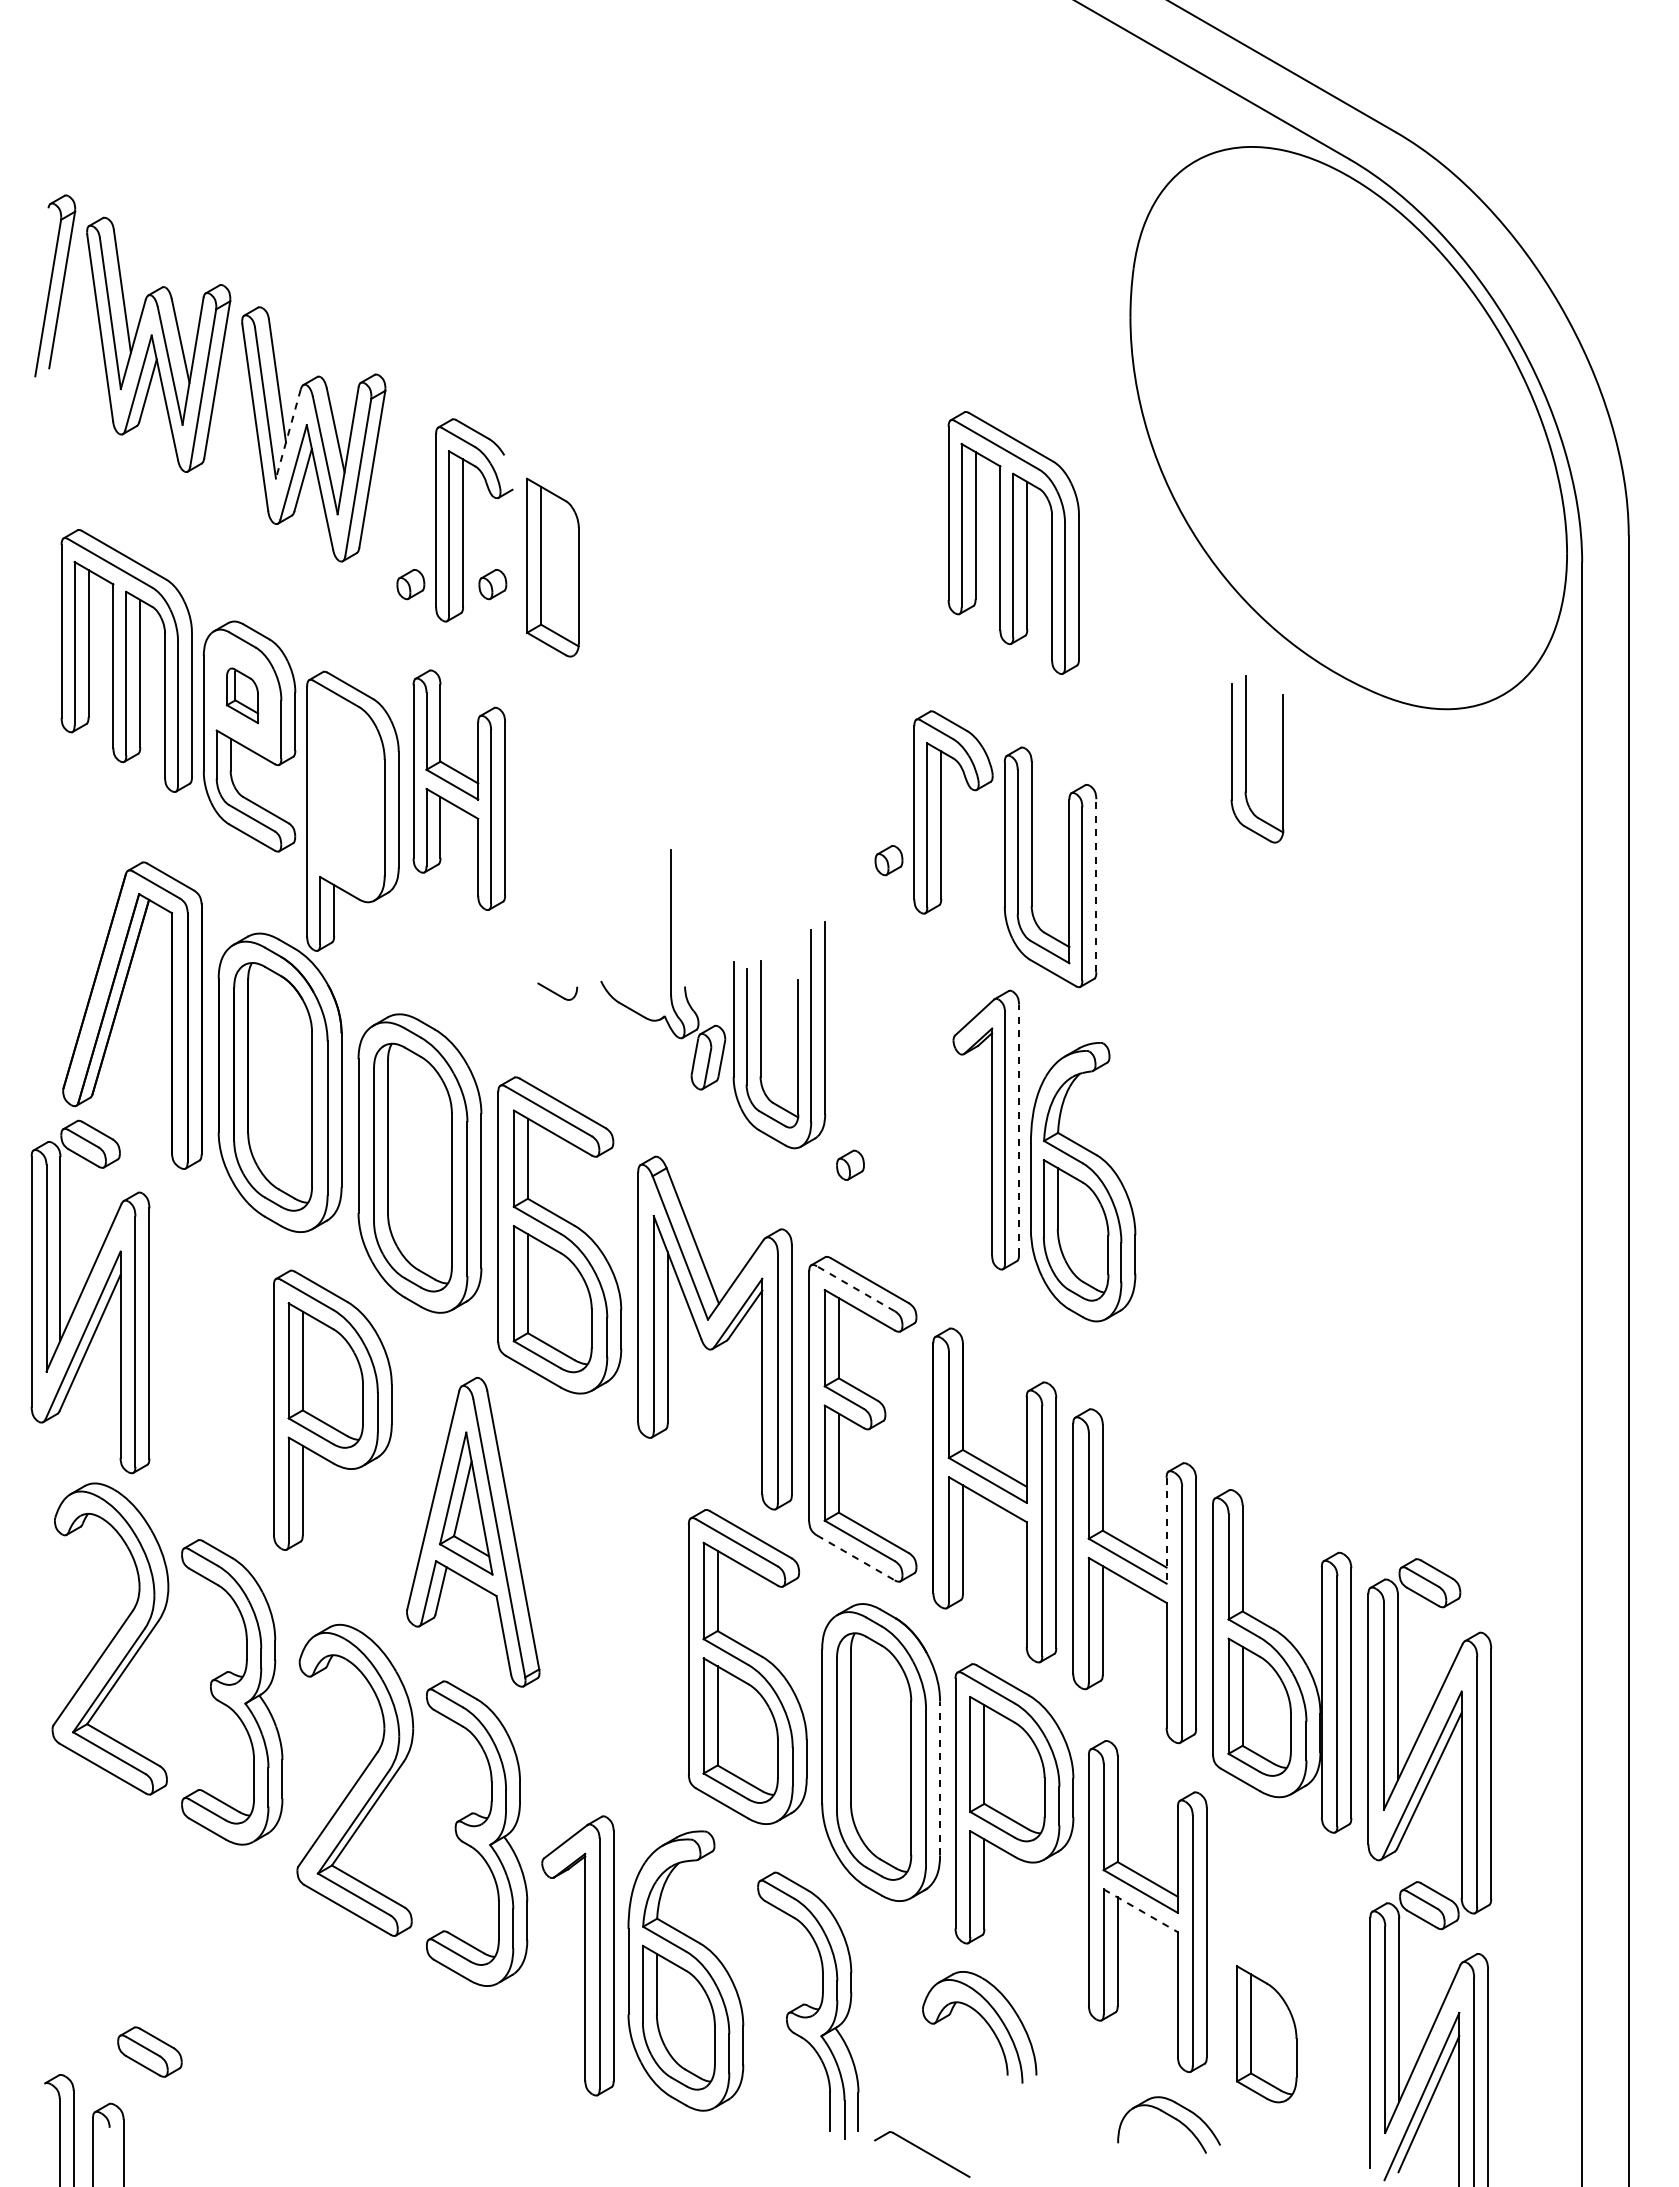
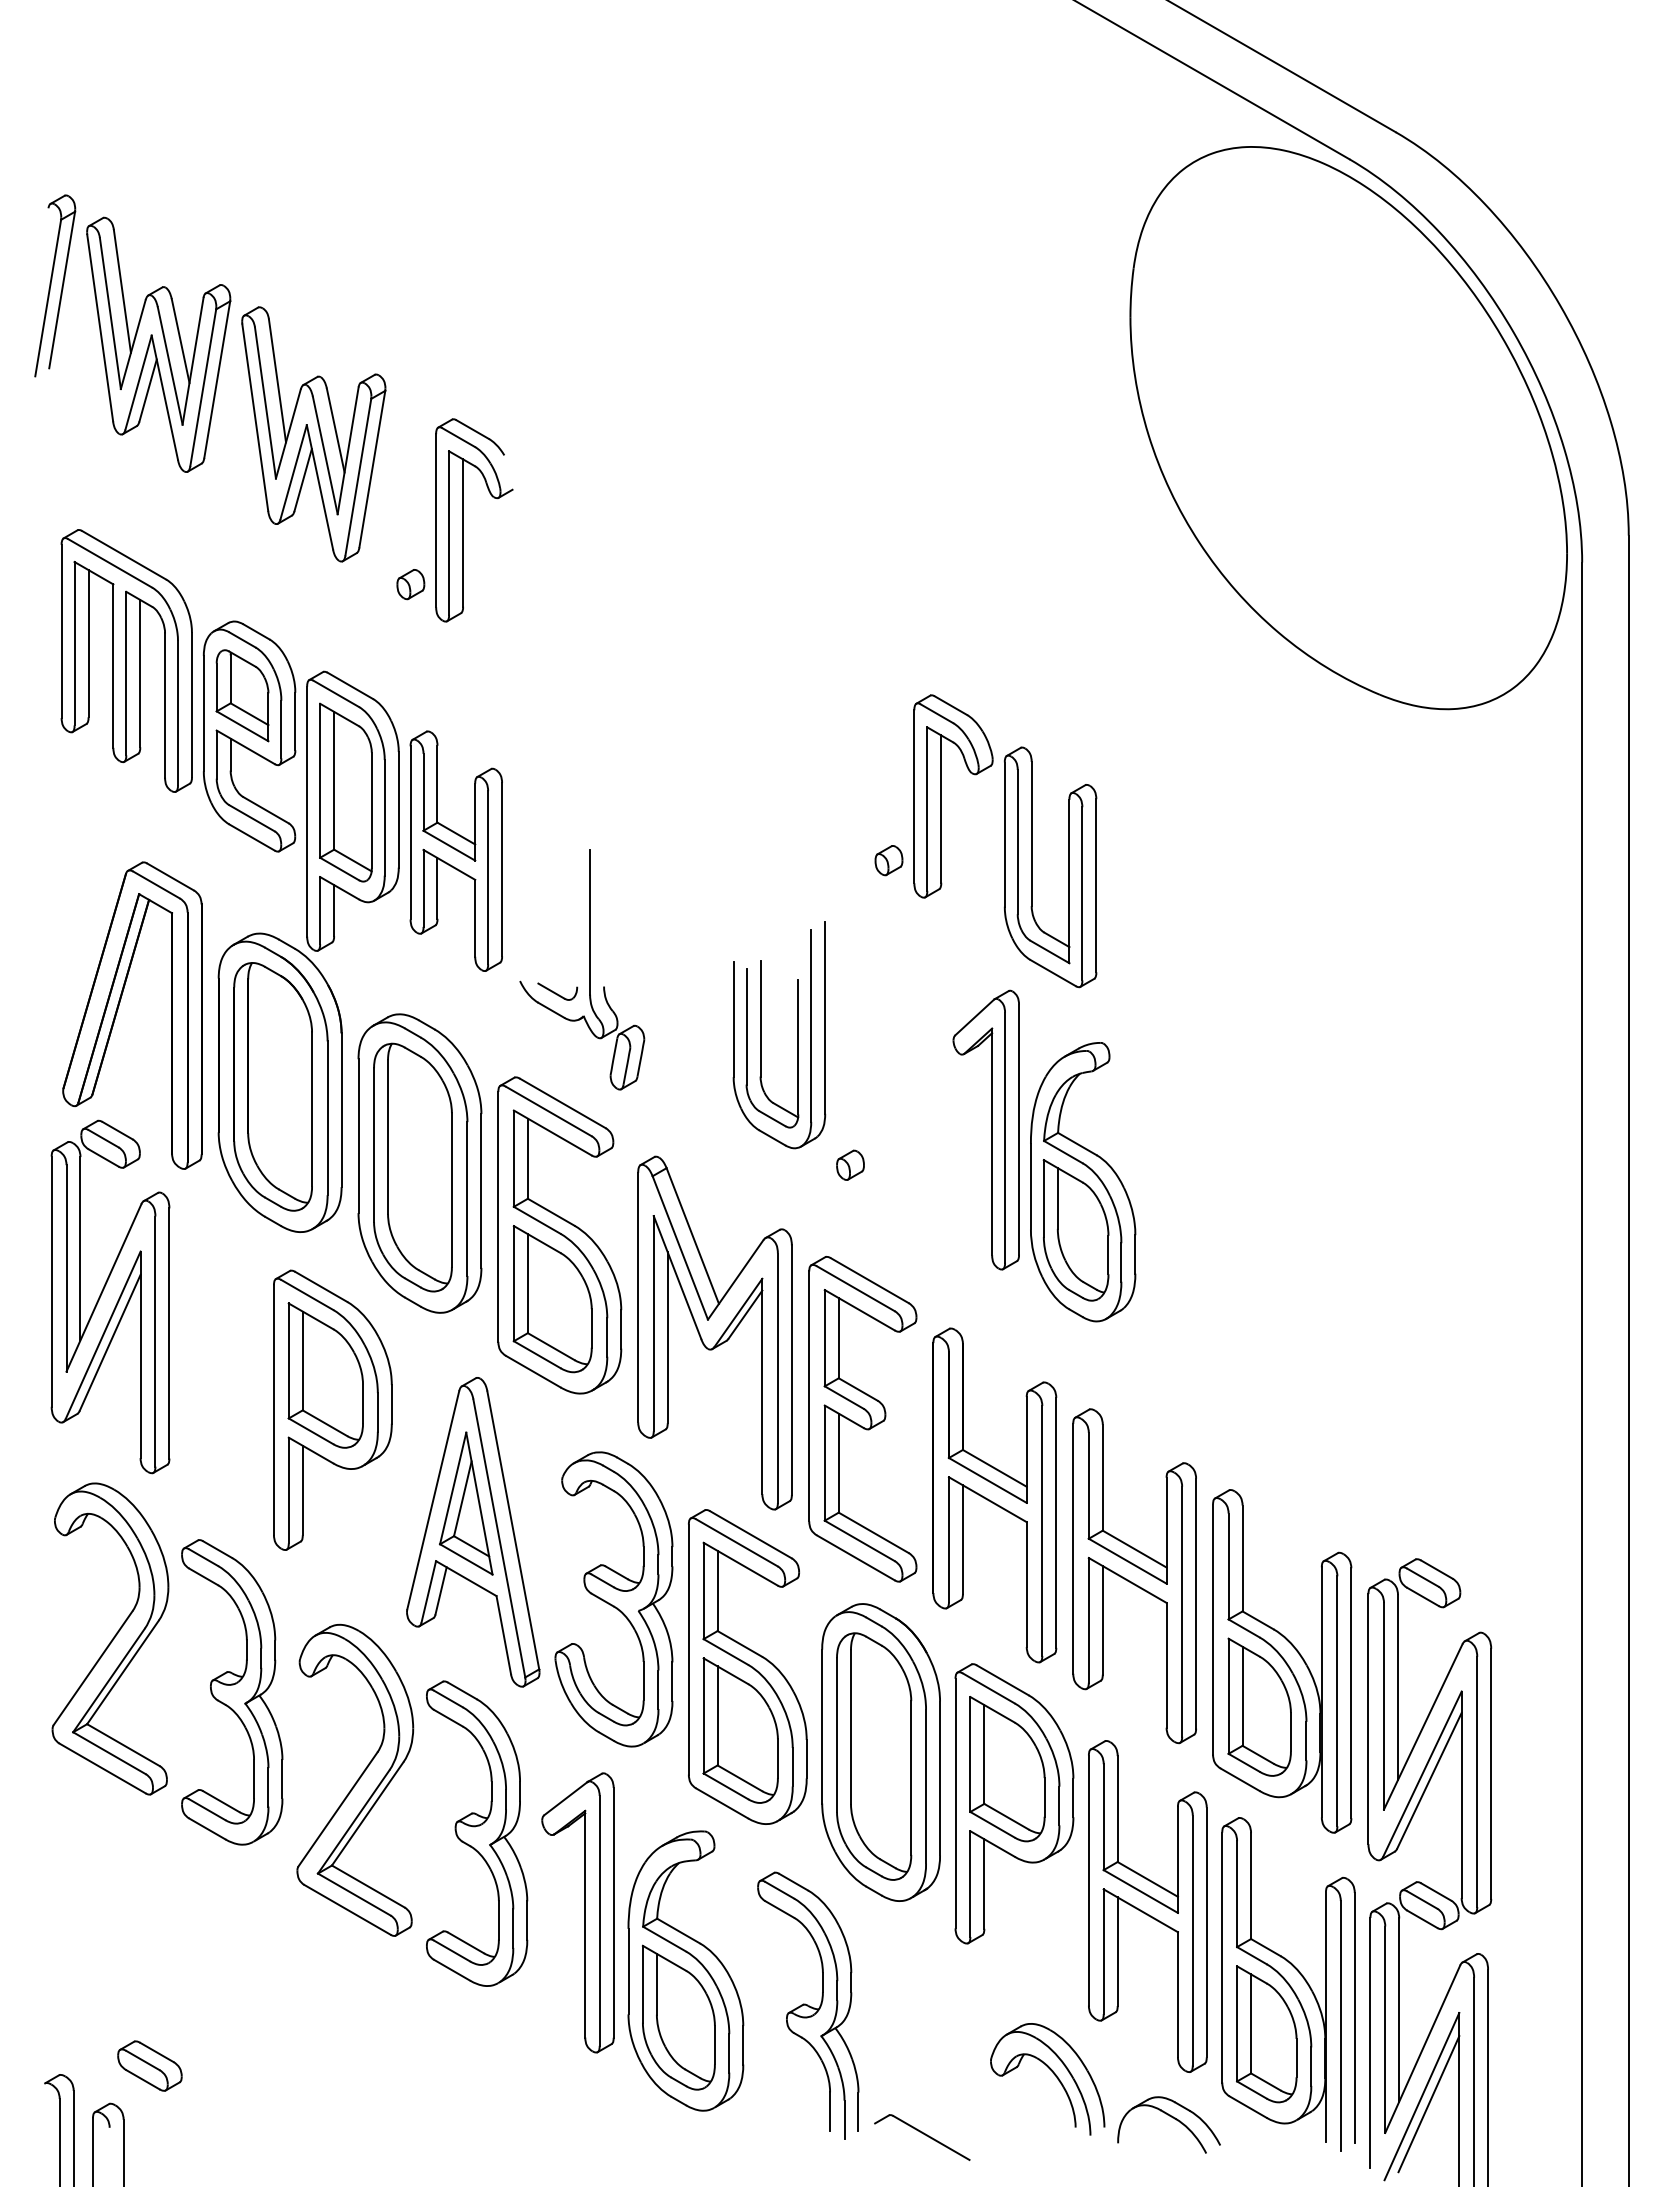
line at (288, 434): dashed -> solid
part at (1013, 542): present -> none
part at (552, 567) position: (552, 567) -> (345, 792)
part at (492, 584): present -> none
part at (242, 695) size: 35x58 px -> 55x94 px
part at (1246, 759): present -> none
part at (458, 789) position: (458, 789) -> (455, 850)
part at (941, 812) position: (941, 812) -> (941, 796)
line at (1096, 885): dashed -> solid
part at (670, 969) position: (670, 969) -> (589, 969)
line at (1019, 1129): dashed -> solid
line at (855, 1288): dashed -> solid
part at (90, 1296) position: (90, 1296) -> (110, 1296)
line at (1166, 1530): dashed -> solid
line at (855, 1557): dashed -> solid
part at (613, 1599): none -> present
line at (940, 1778): dashed -> solid
line at (1140, 1910): dashed -> solid
part at (584, 1955) position: (584, 1955) -> (584, 1912)
part at (1288, 1984): none -> present
part at (985, 2022) position: (985, 2022) -> (1053, 2074)
part at (149, 2051) position: (149, 2051) -> (149, 2065)
part at (922, 2154) position: (922, 2154) -> (922, 2137)
